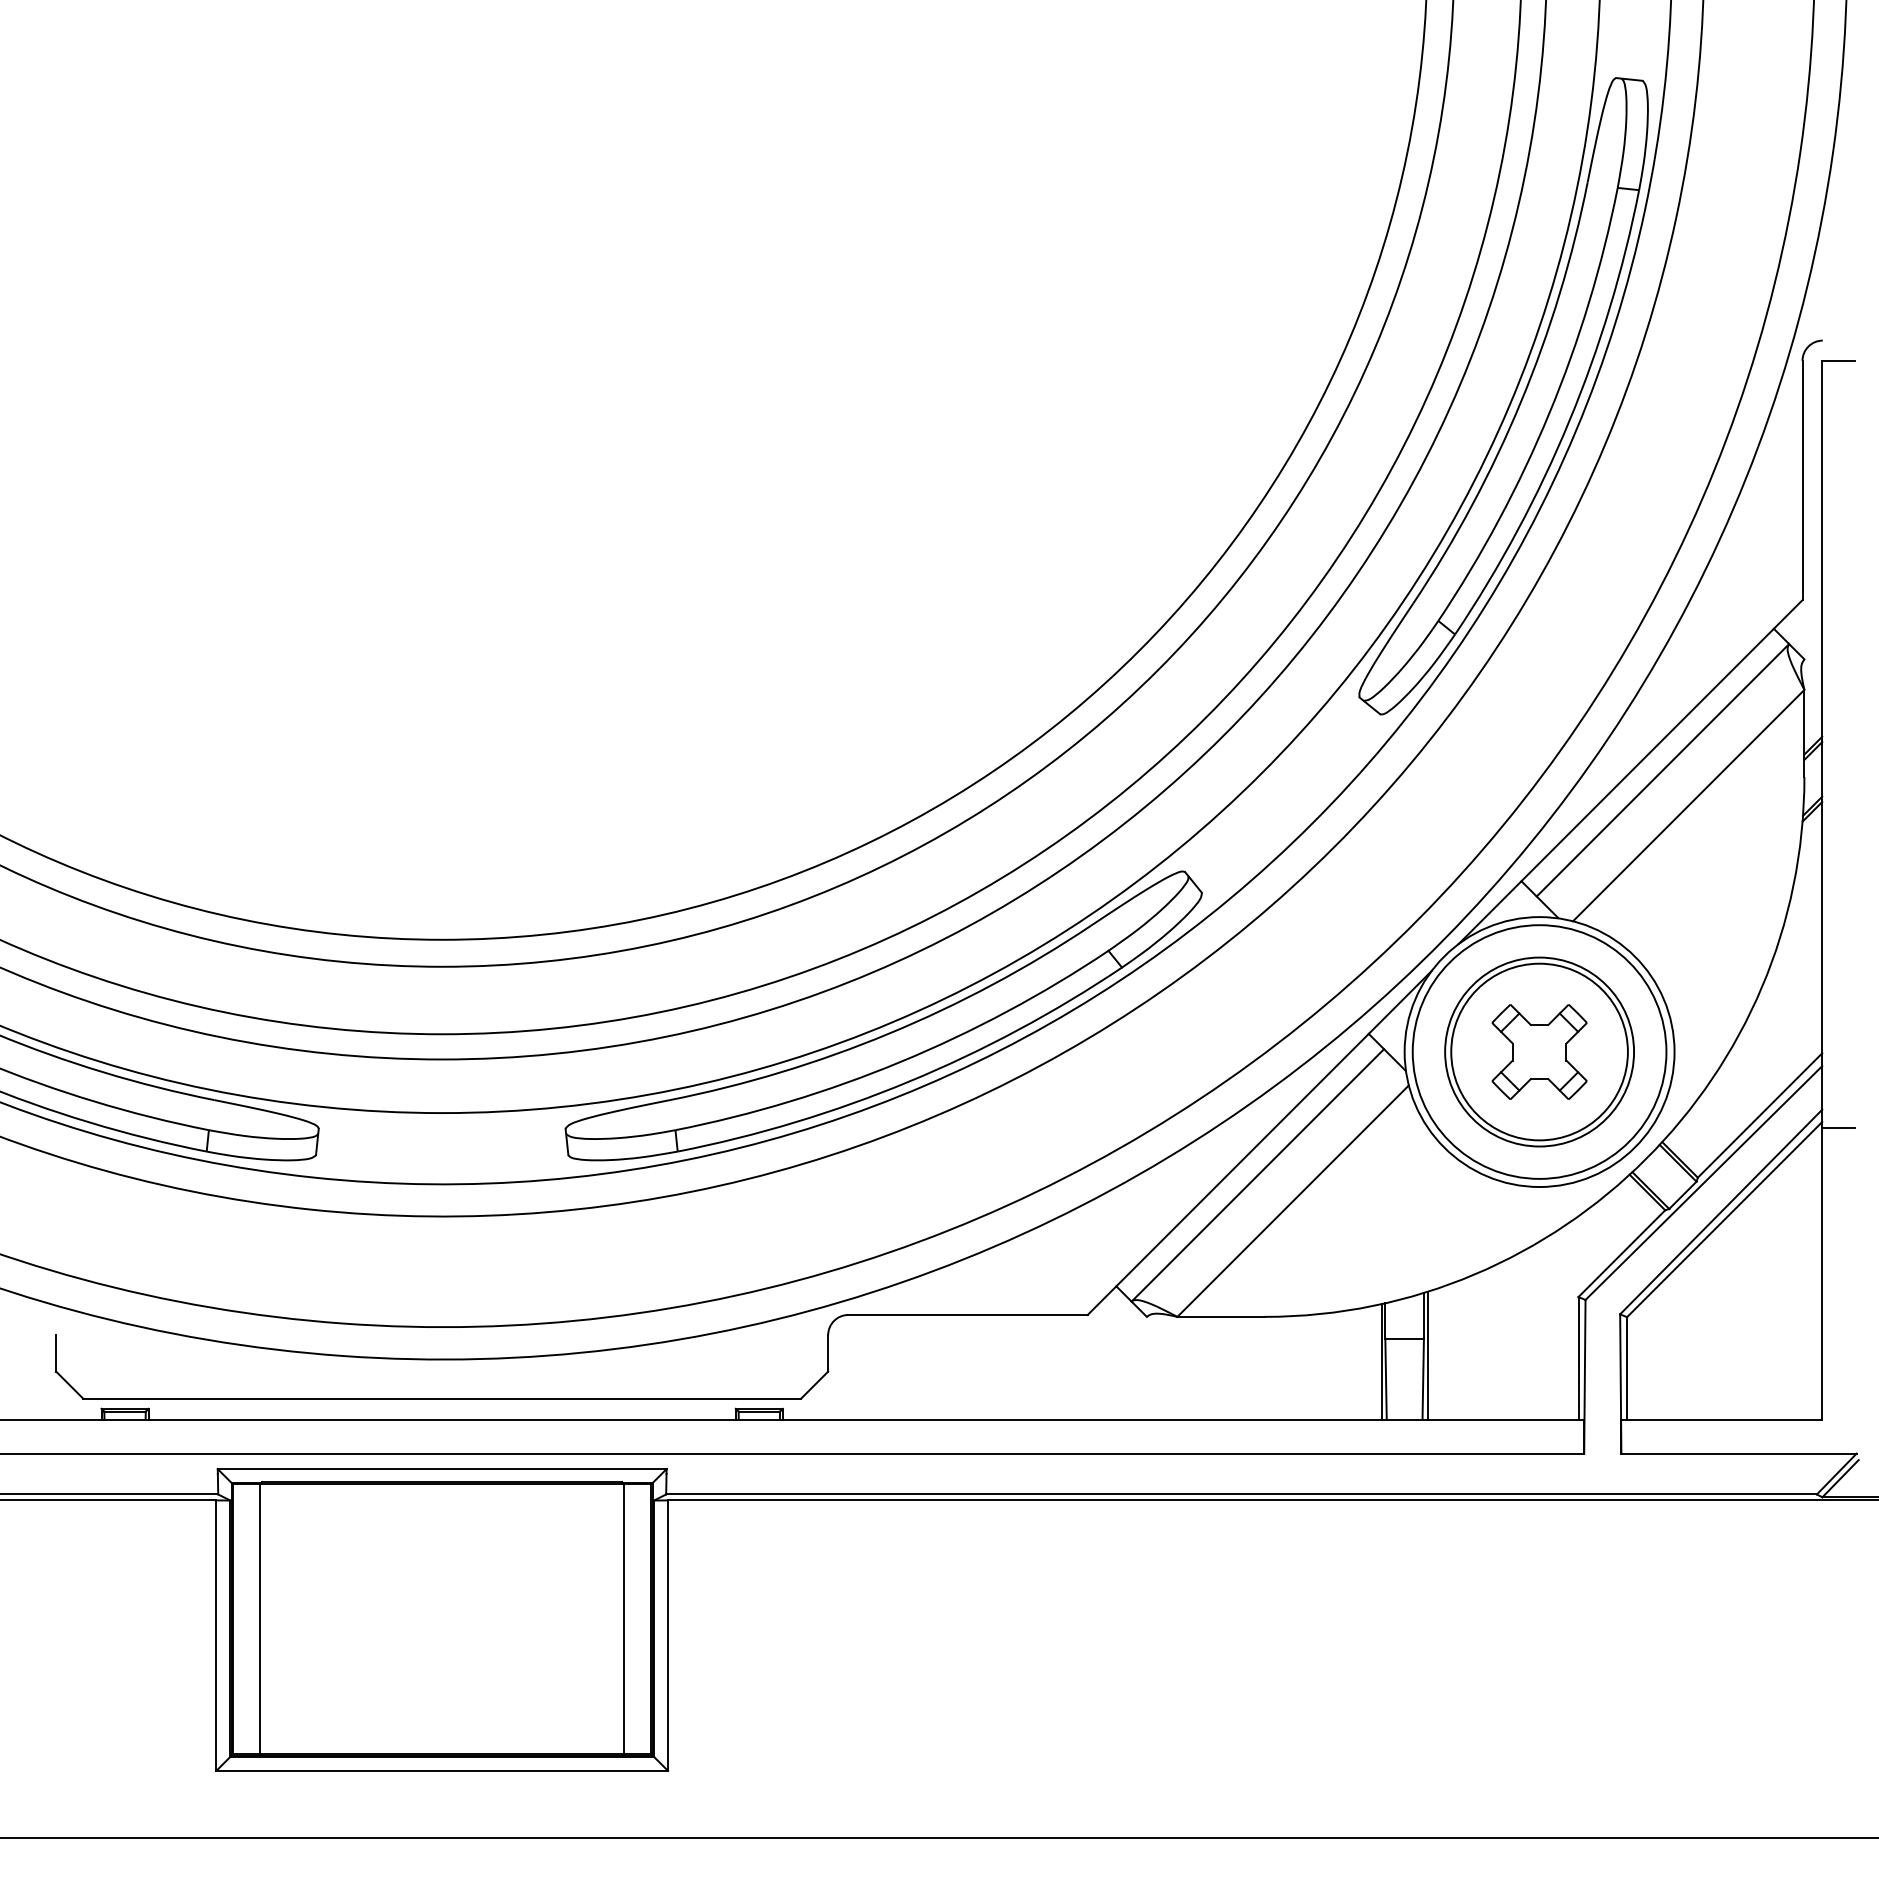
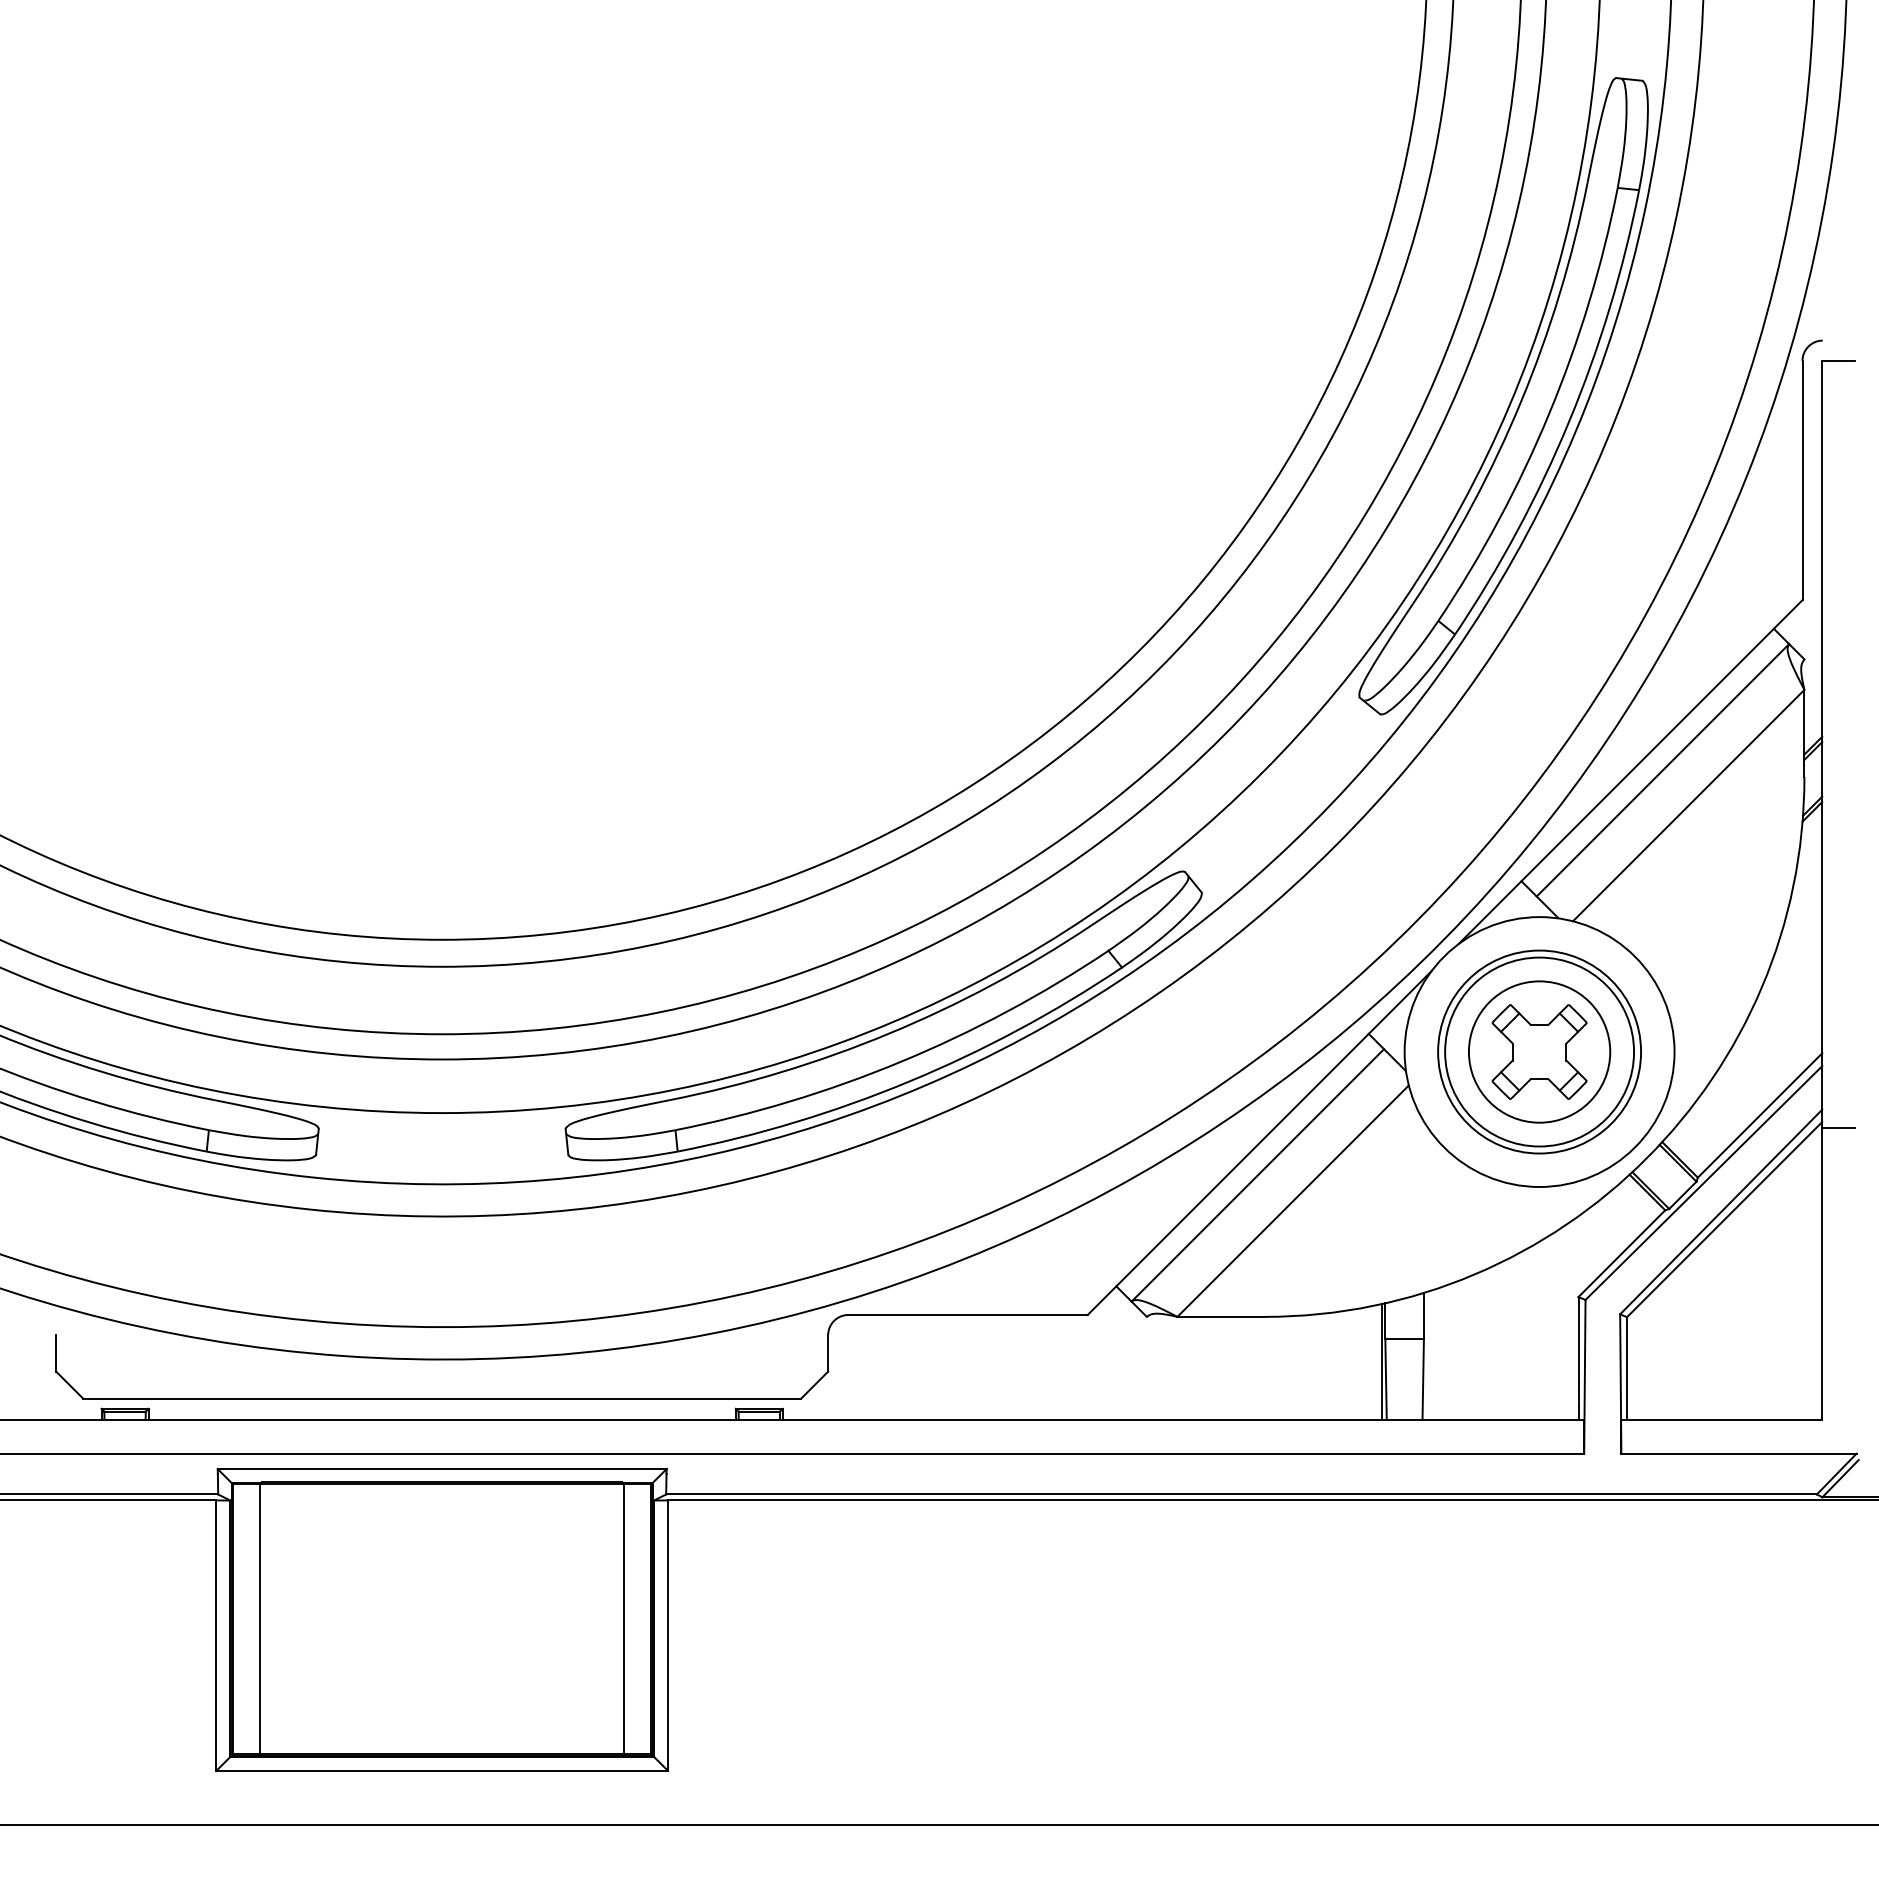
circle at (1539, 1051) diameter: 177 px -> 141 px
circle at (1539, 1051) diameter: 254 px -> 203 px
line at (1427, 1355): present -> none
line at (938, 1838) position: (938, 1838) -> (938, 1825)
